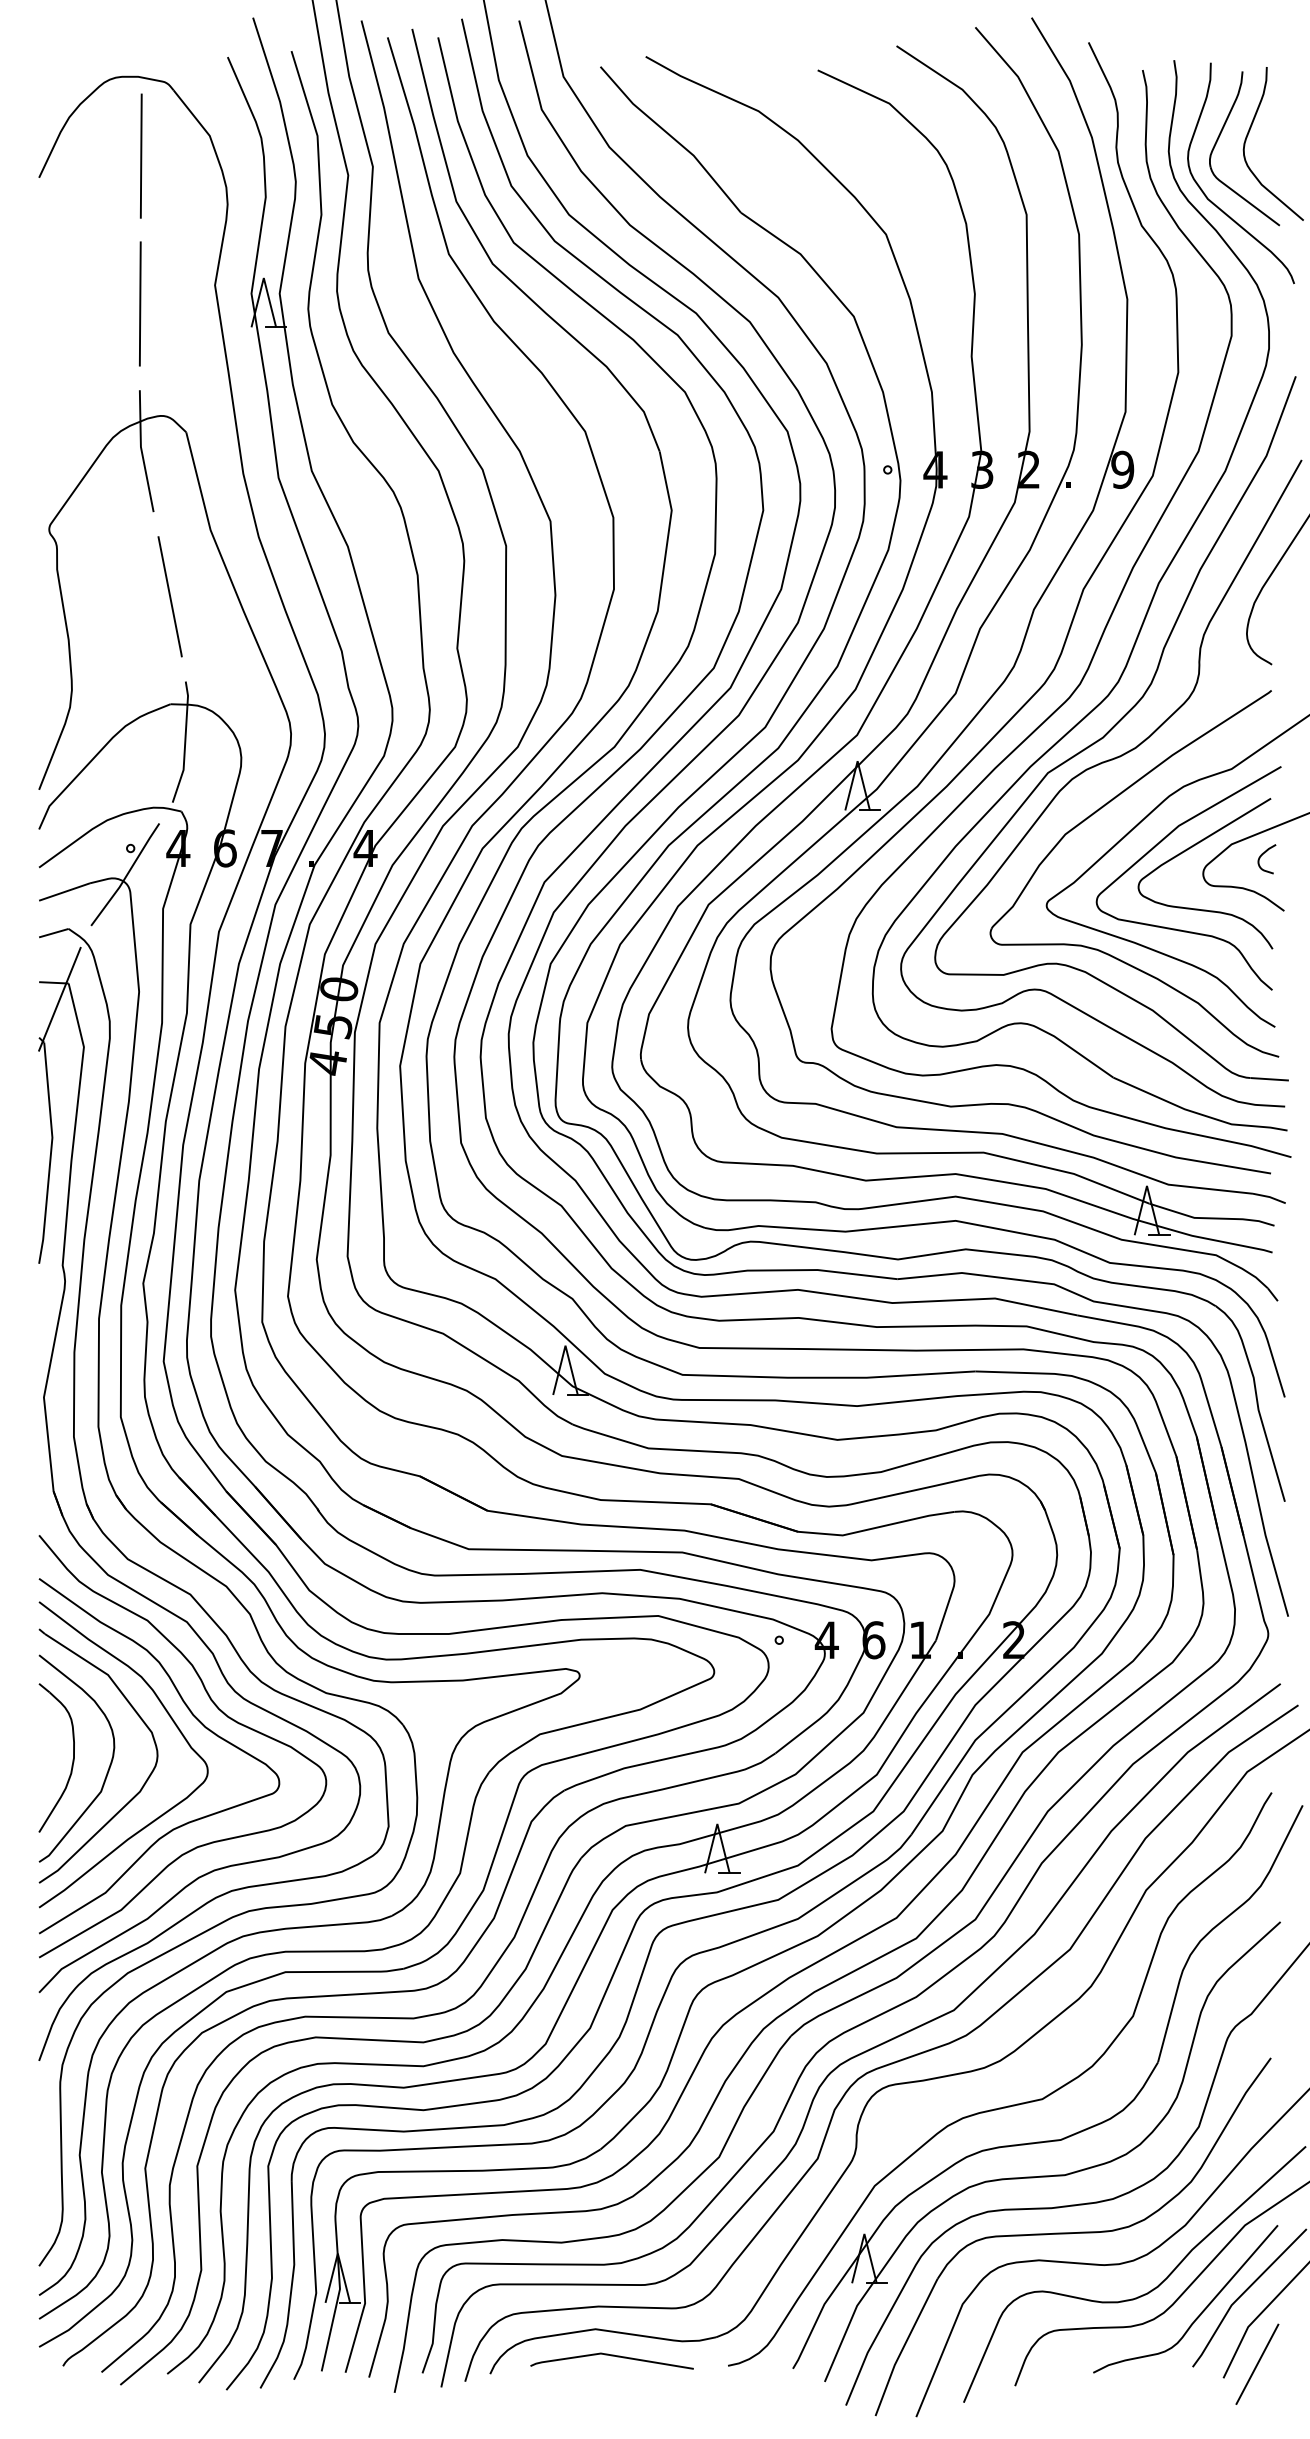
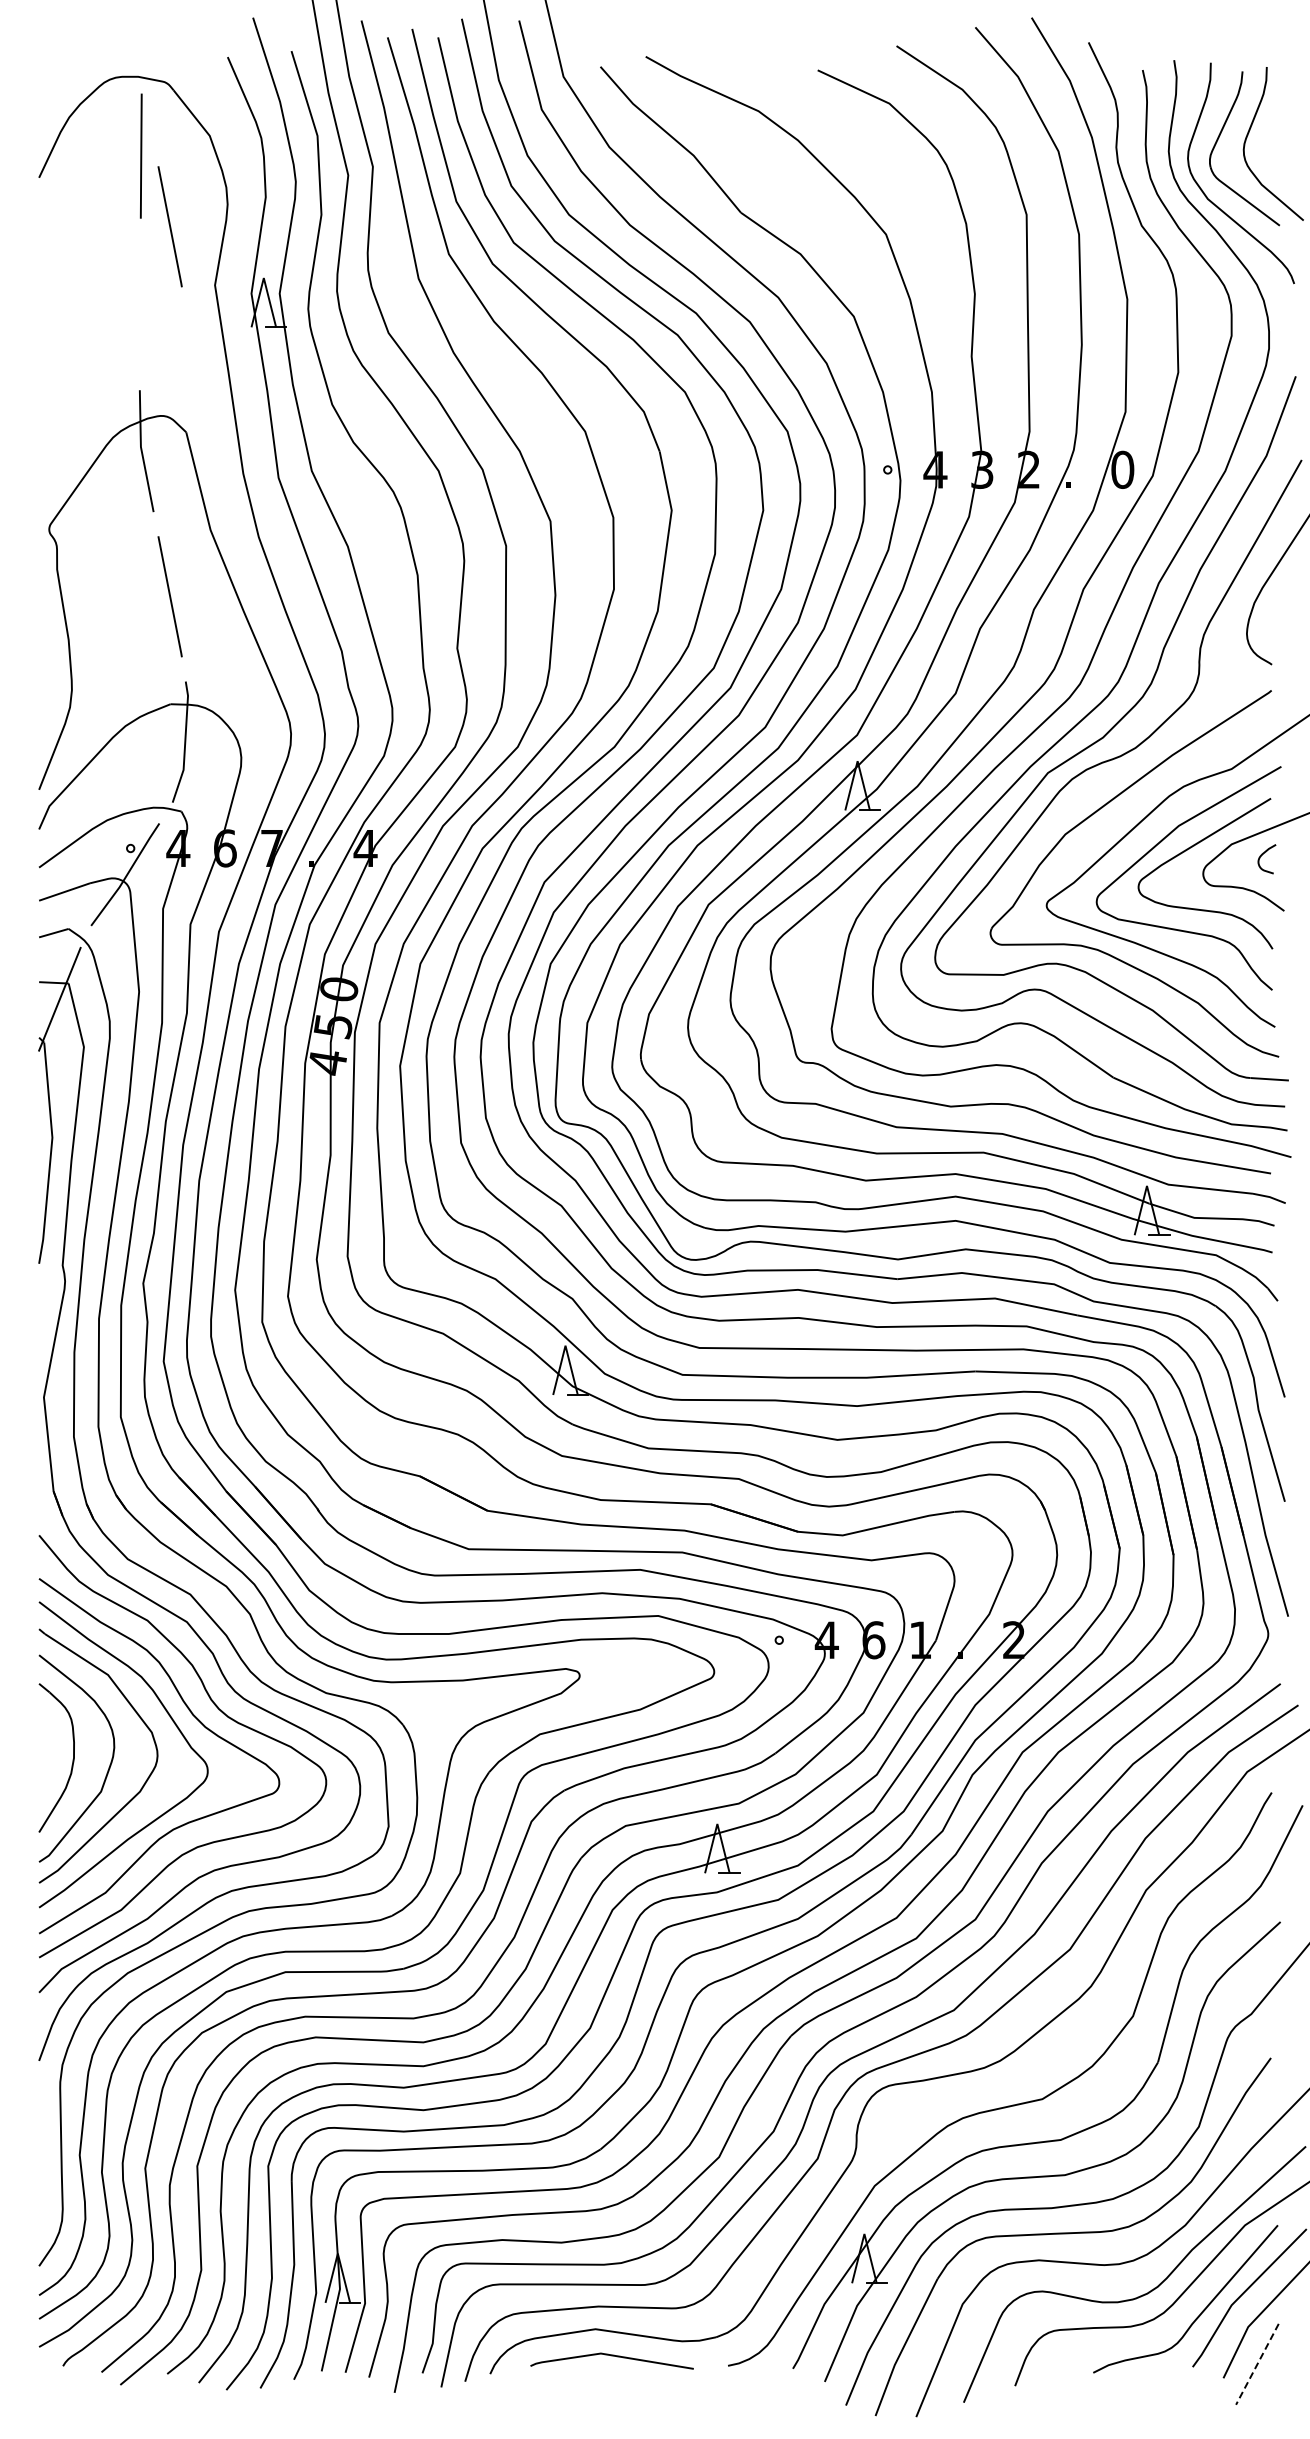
line at (169, 226): none -> present
line at (139, 303): present -> none
text at (1122, 469): 9 -> 0
line at (1257, 2364): solid -> dashed
